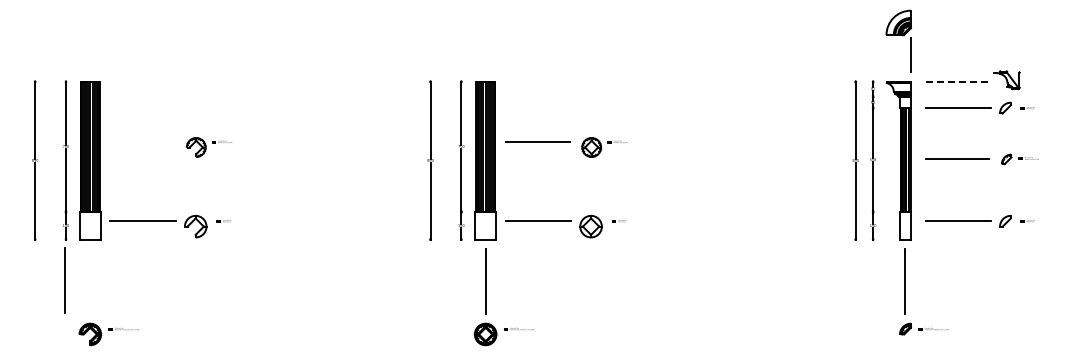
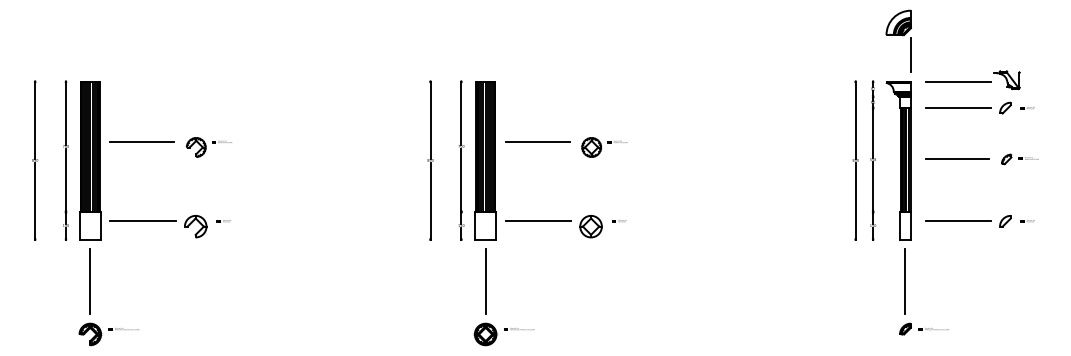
line at (958, 81): dashed -> solid
line at (142, 142): none -> present
line at (64, 280) position: (64, 280) -> (89, 281)
